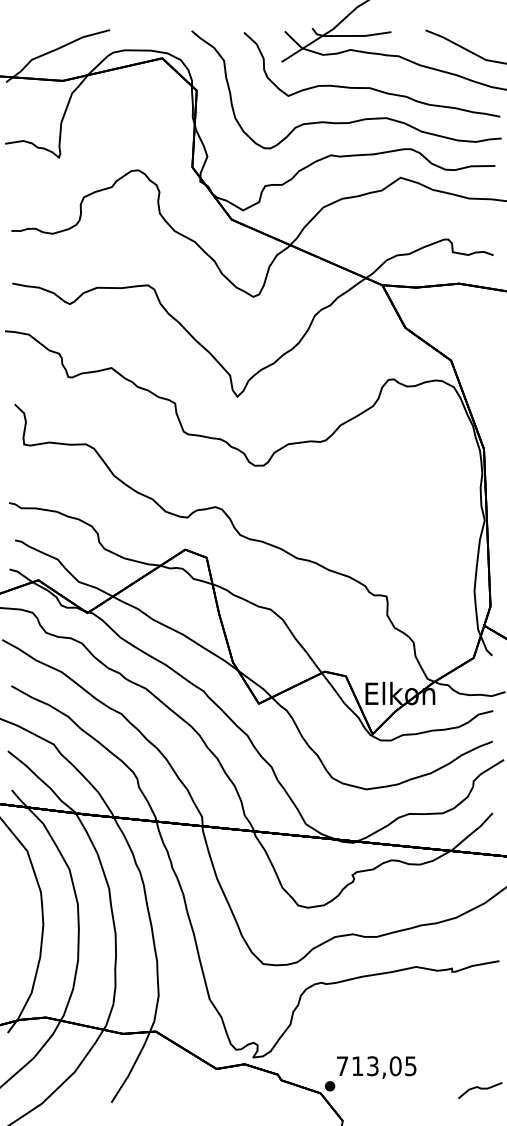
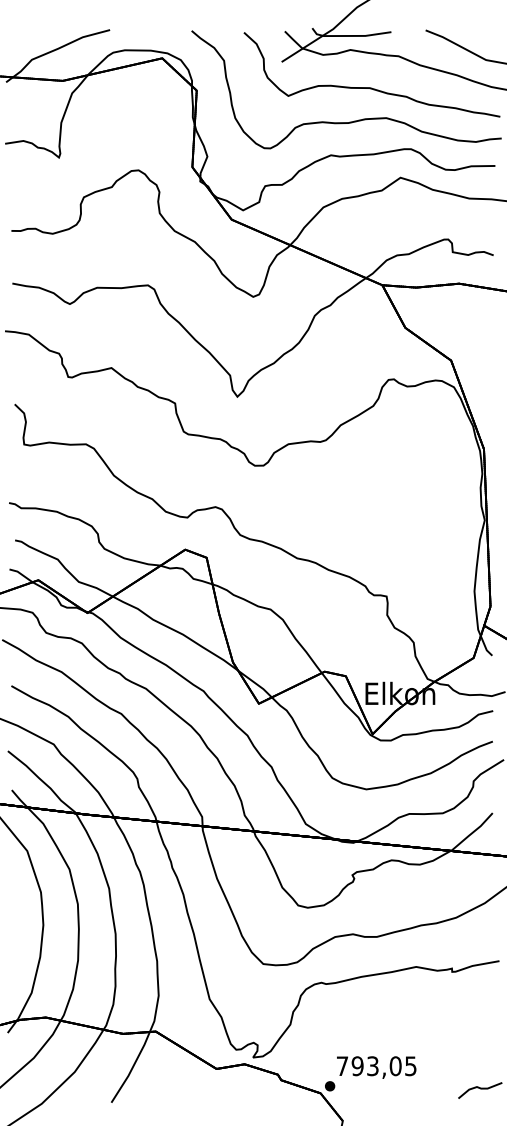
text at (357, 1066): 713,05 -> 793,05
